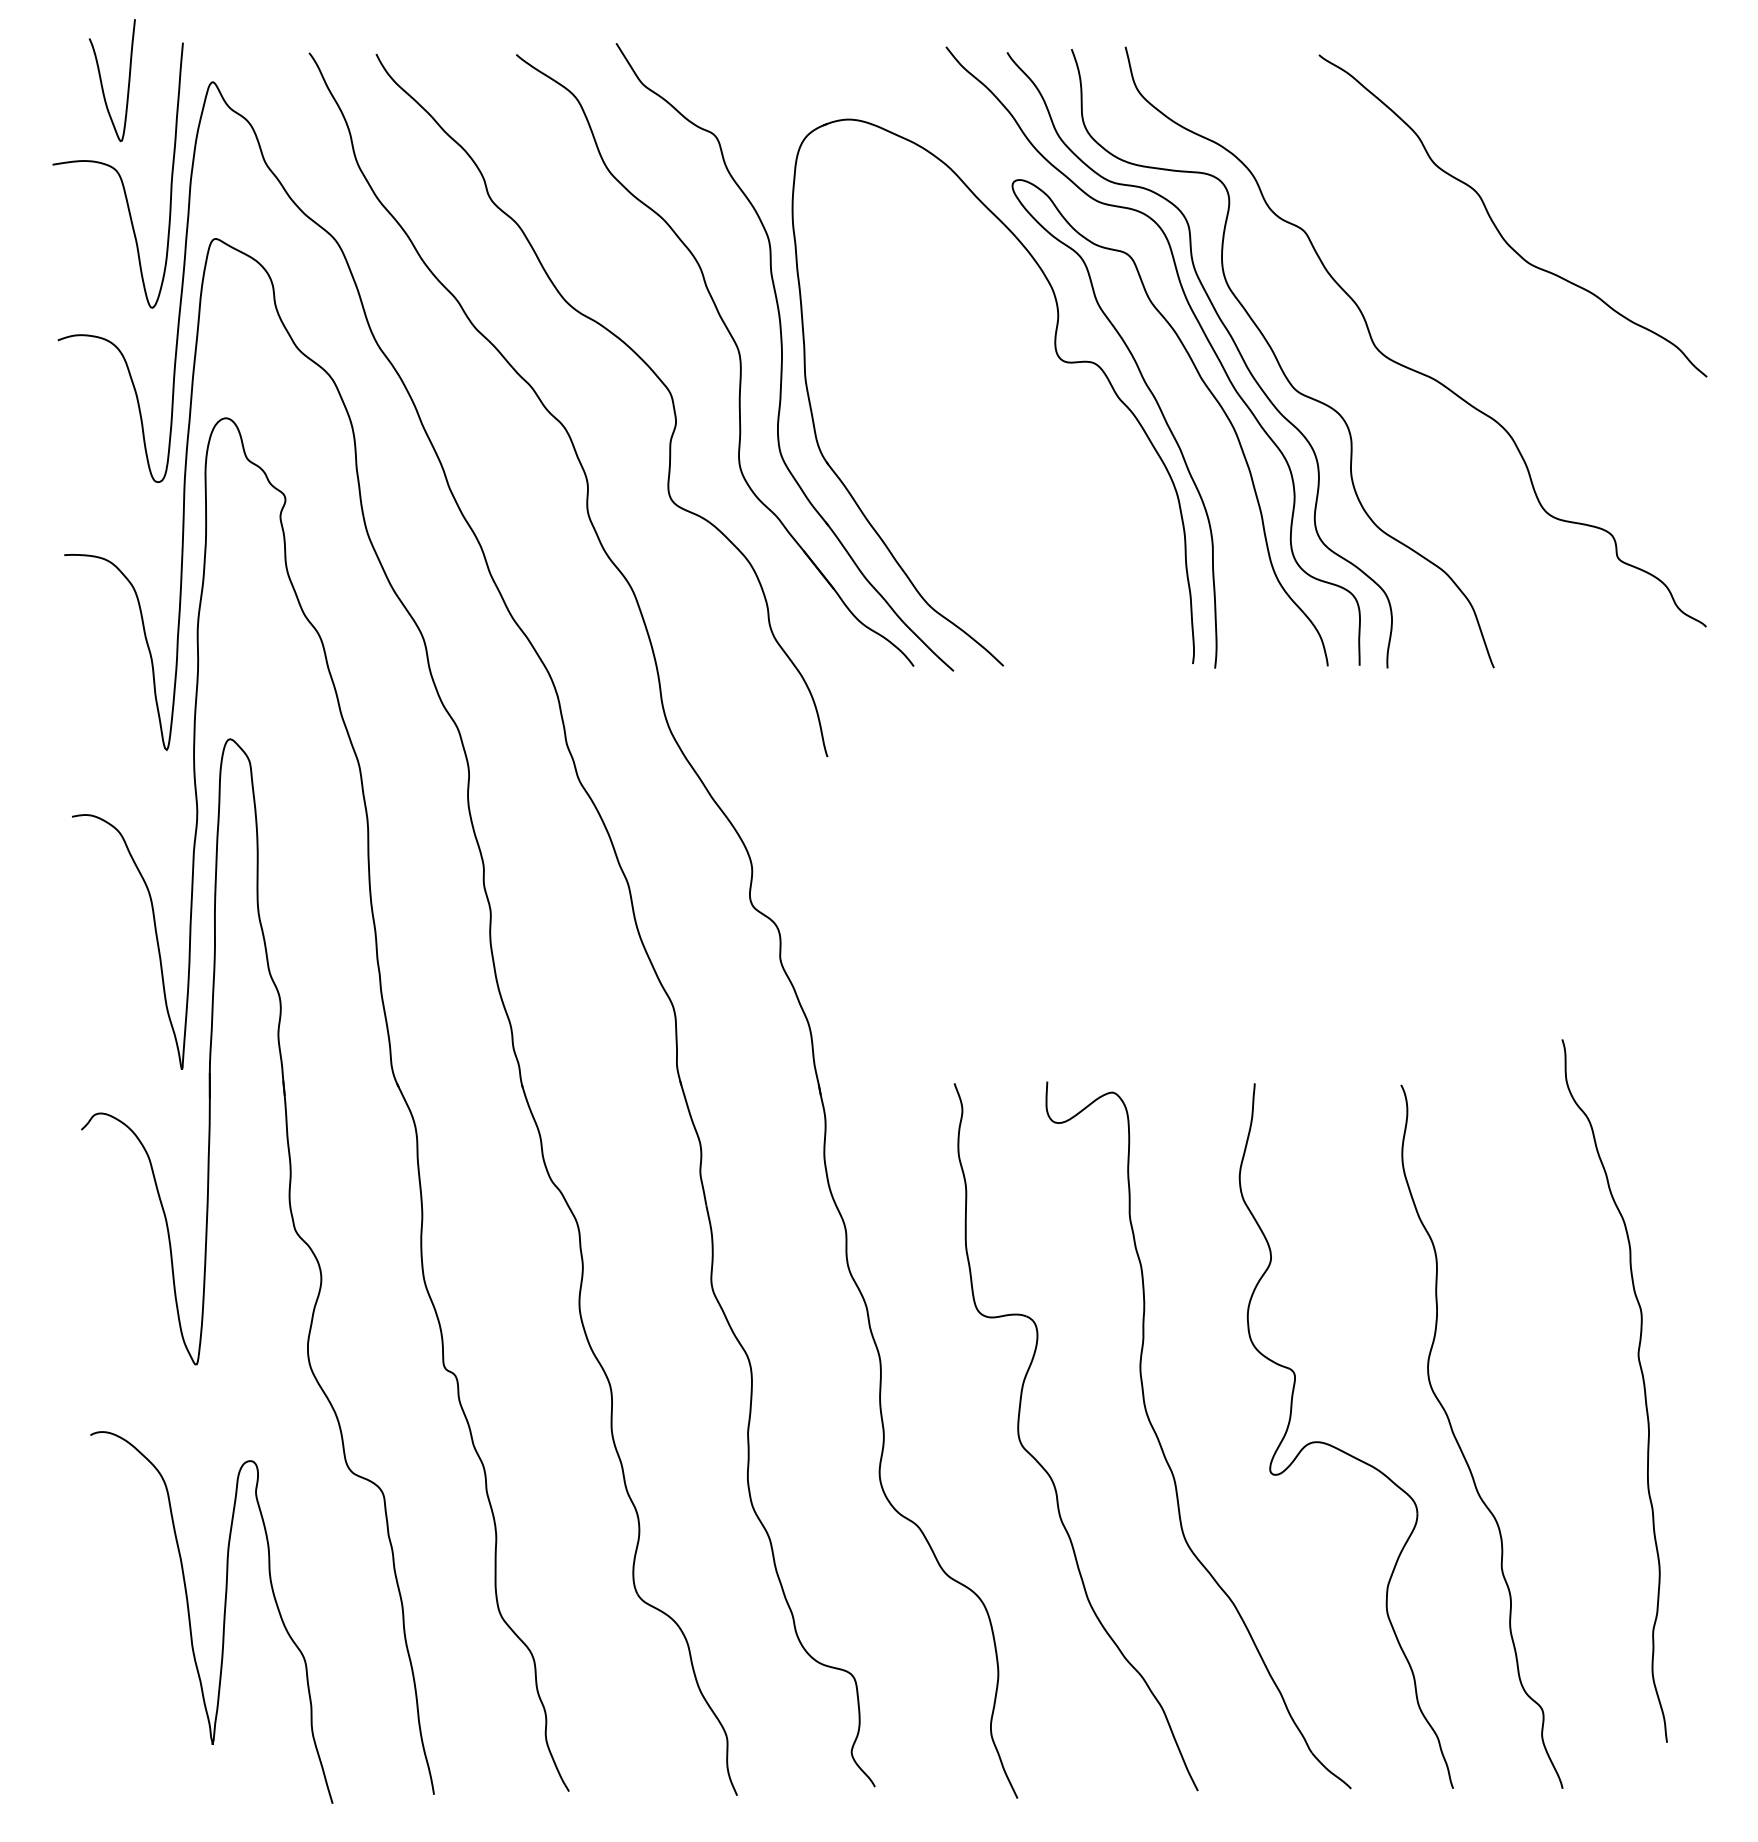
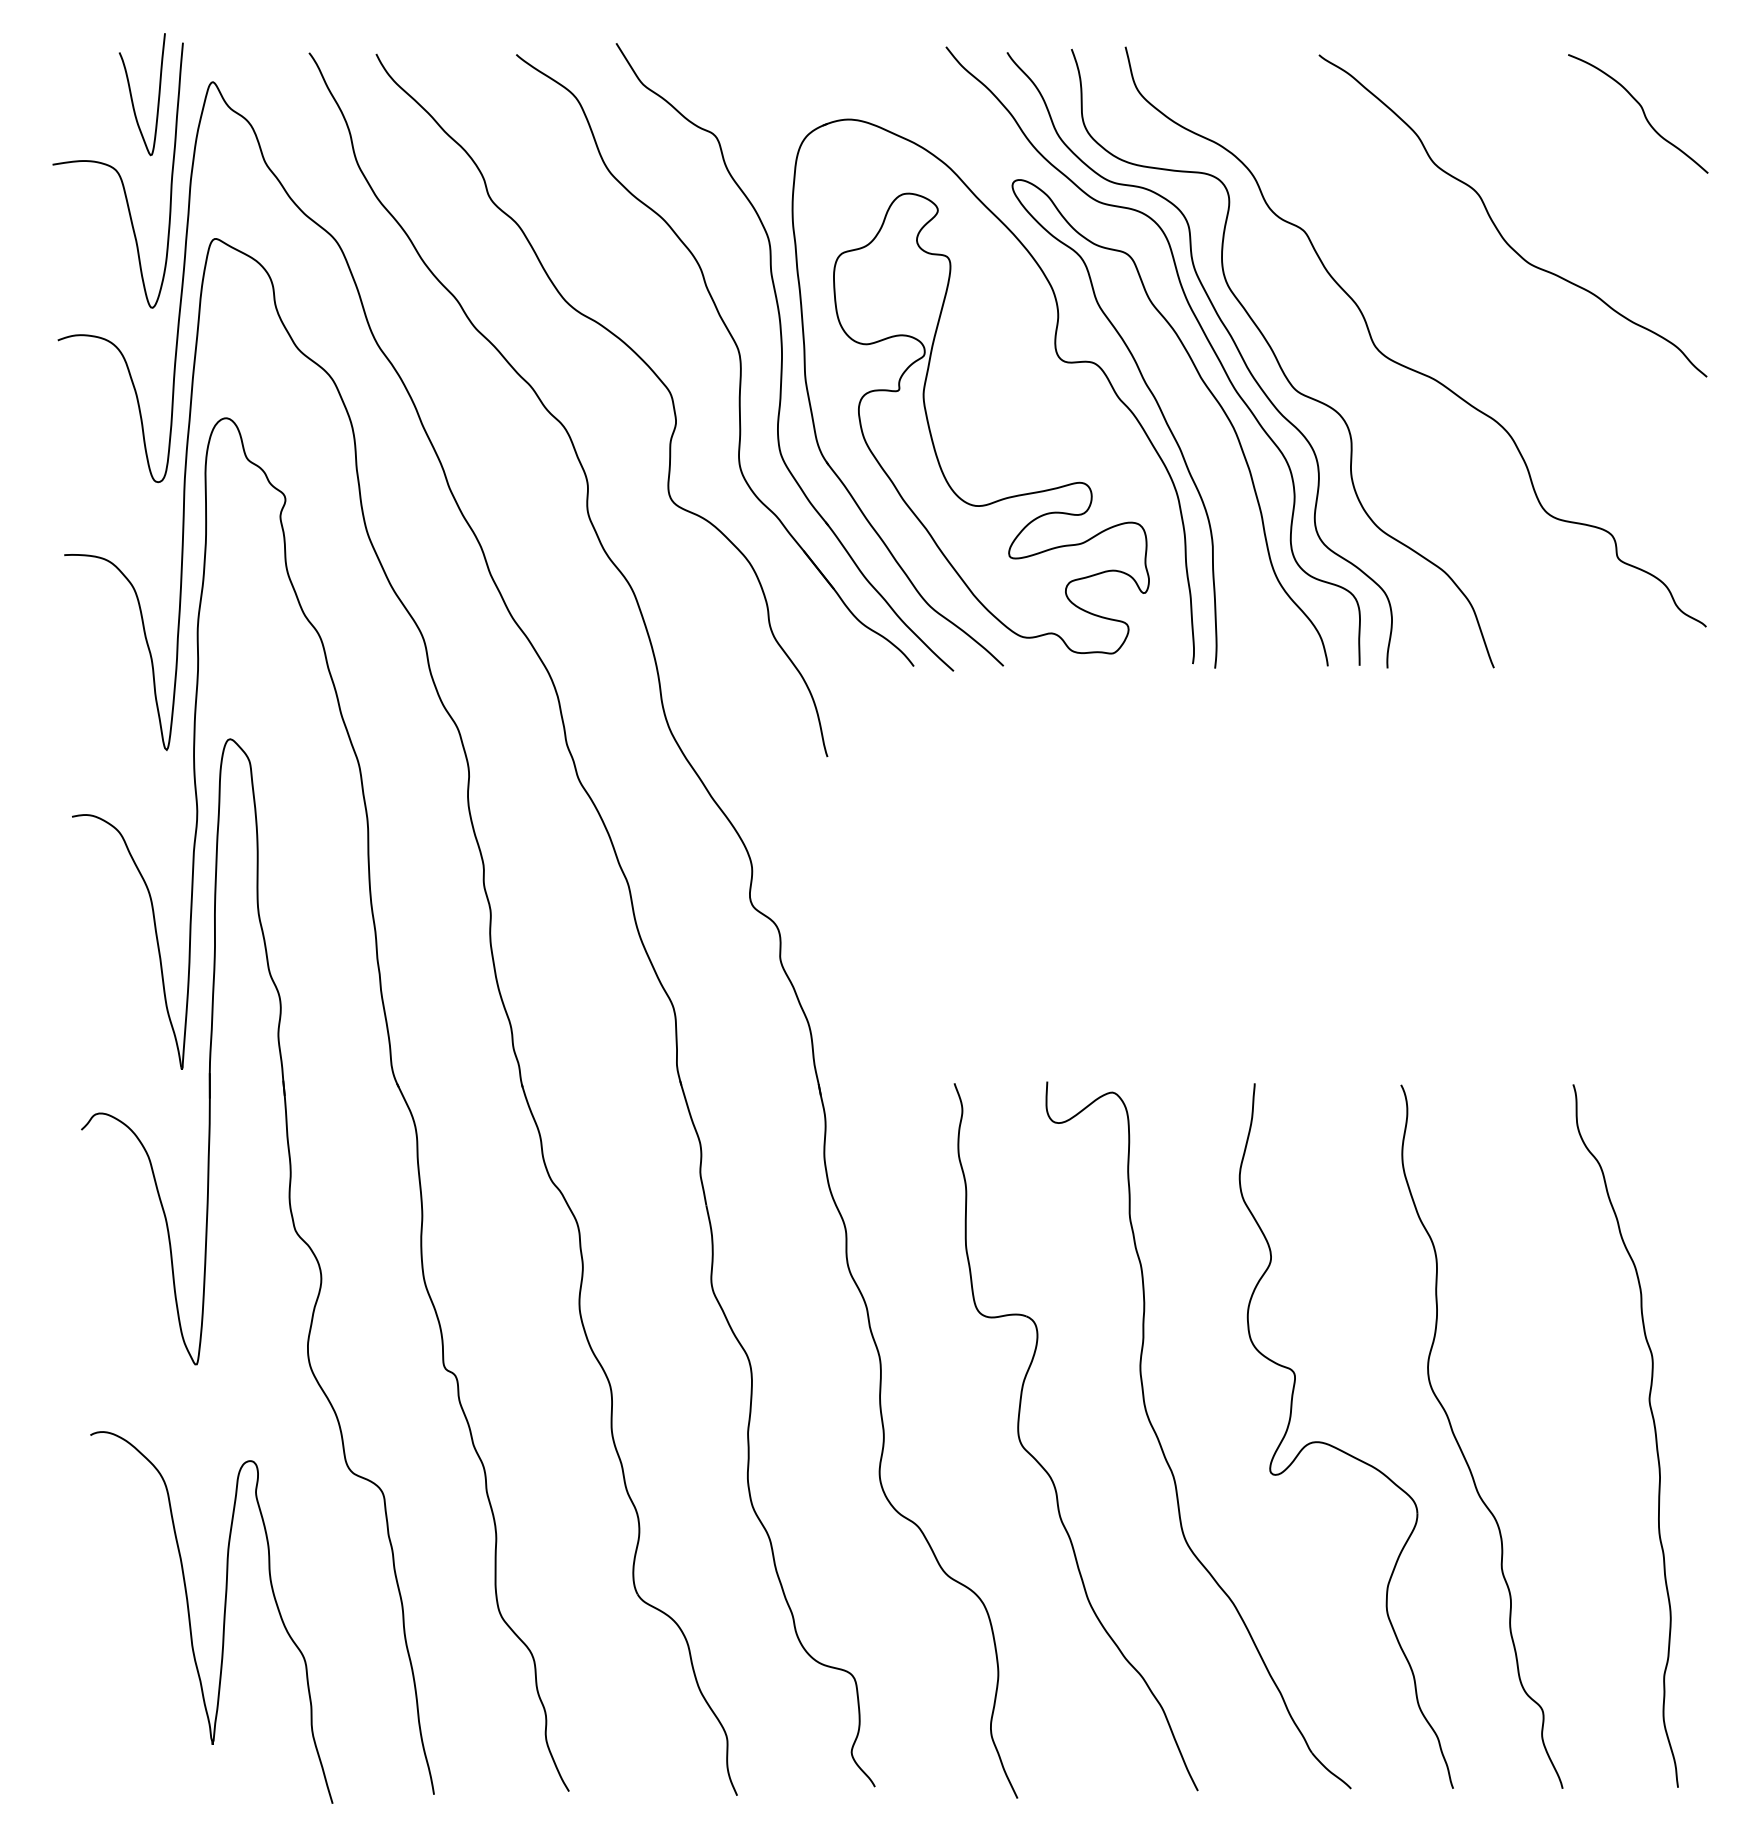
curve at (102, 82) position: (102, 82) -> (132, 96)
curve at (1642, 112): none -> present
part at (932, 436): none -> present
curve at (1643, 1388) position: (1643, 1388) -> (1654, 1433)
